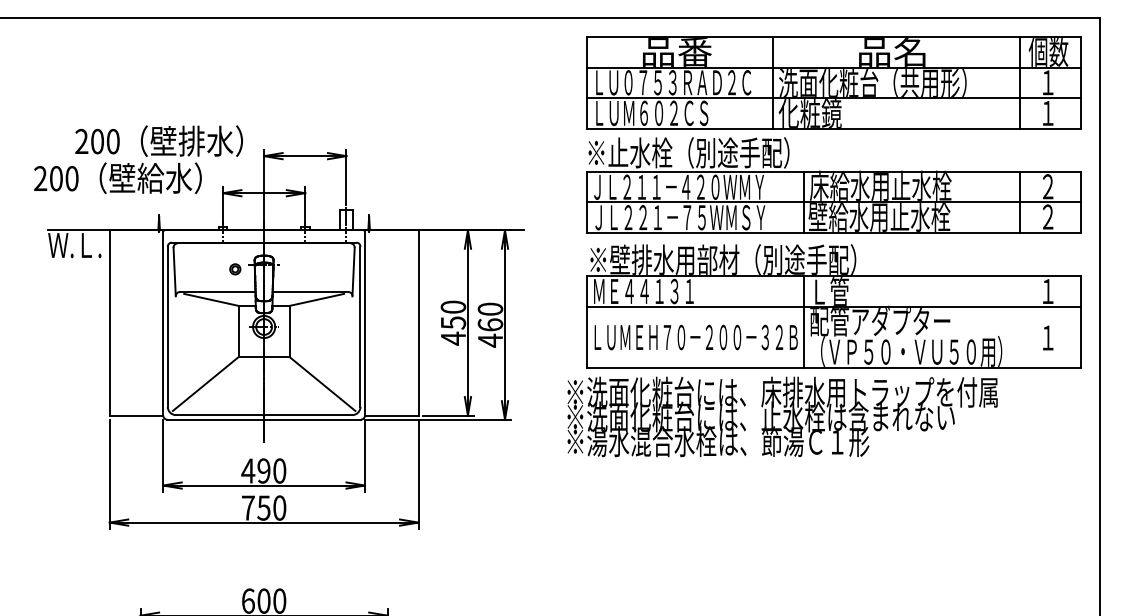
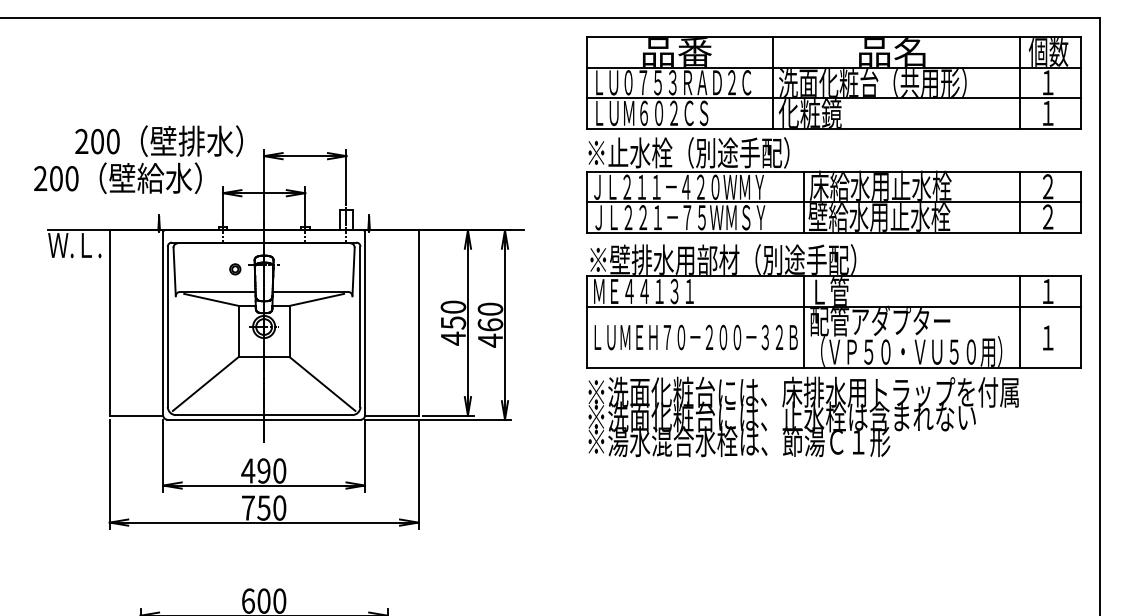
line at (1019, 321): none -> present
text at (782, 416) position: (782, 416) -> (803, 416)
